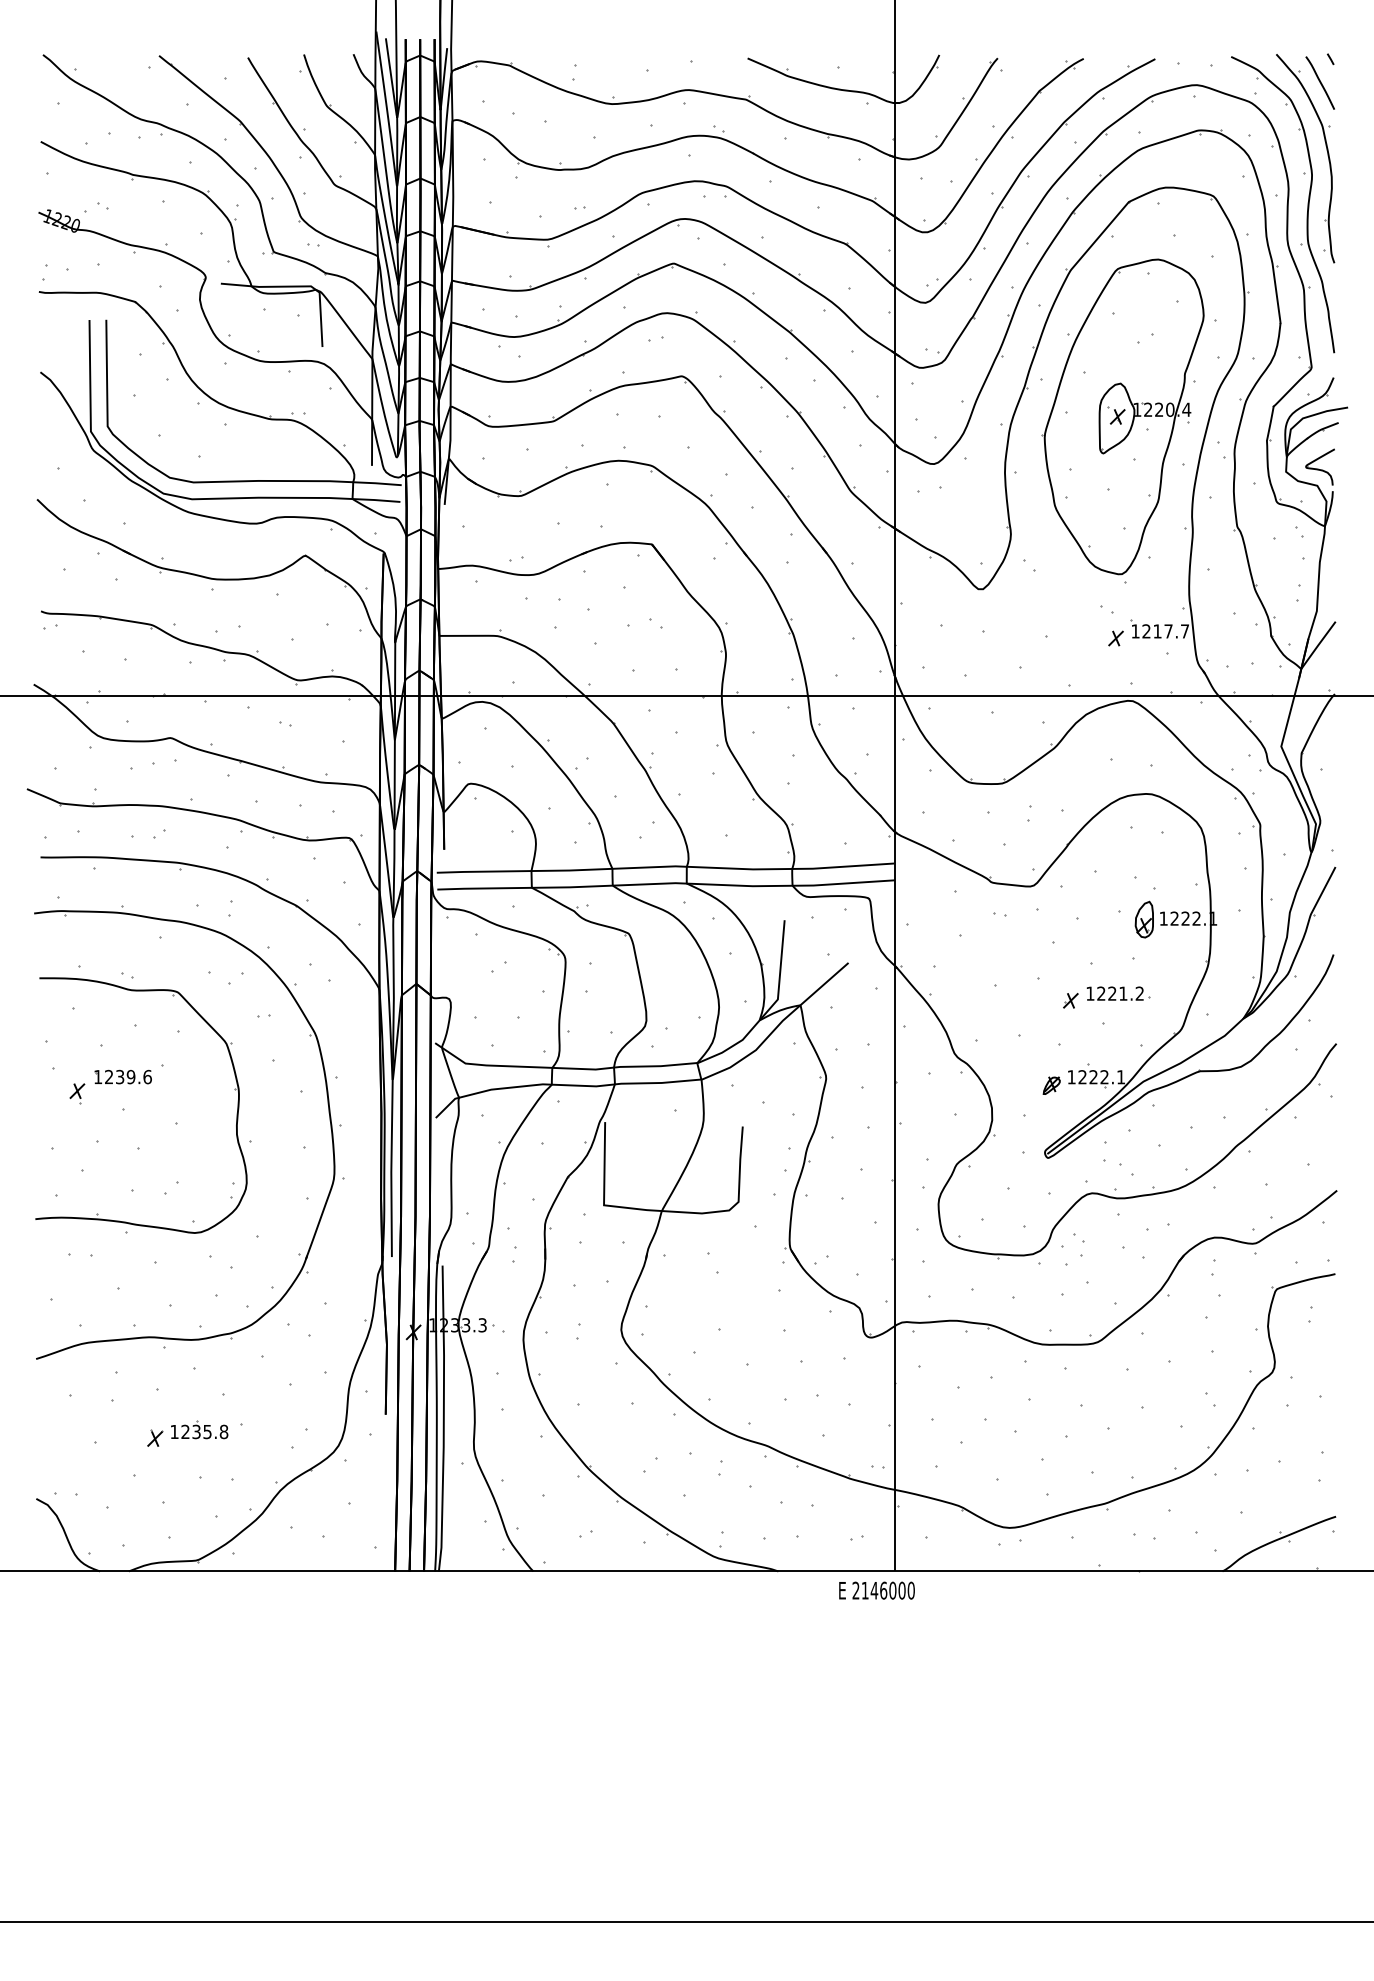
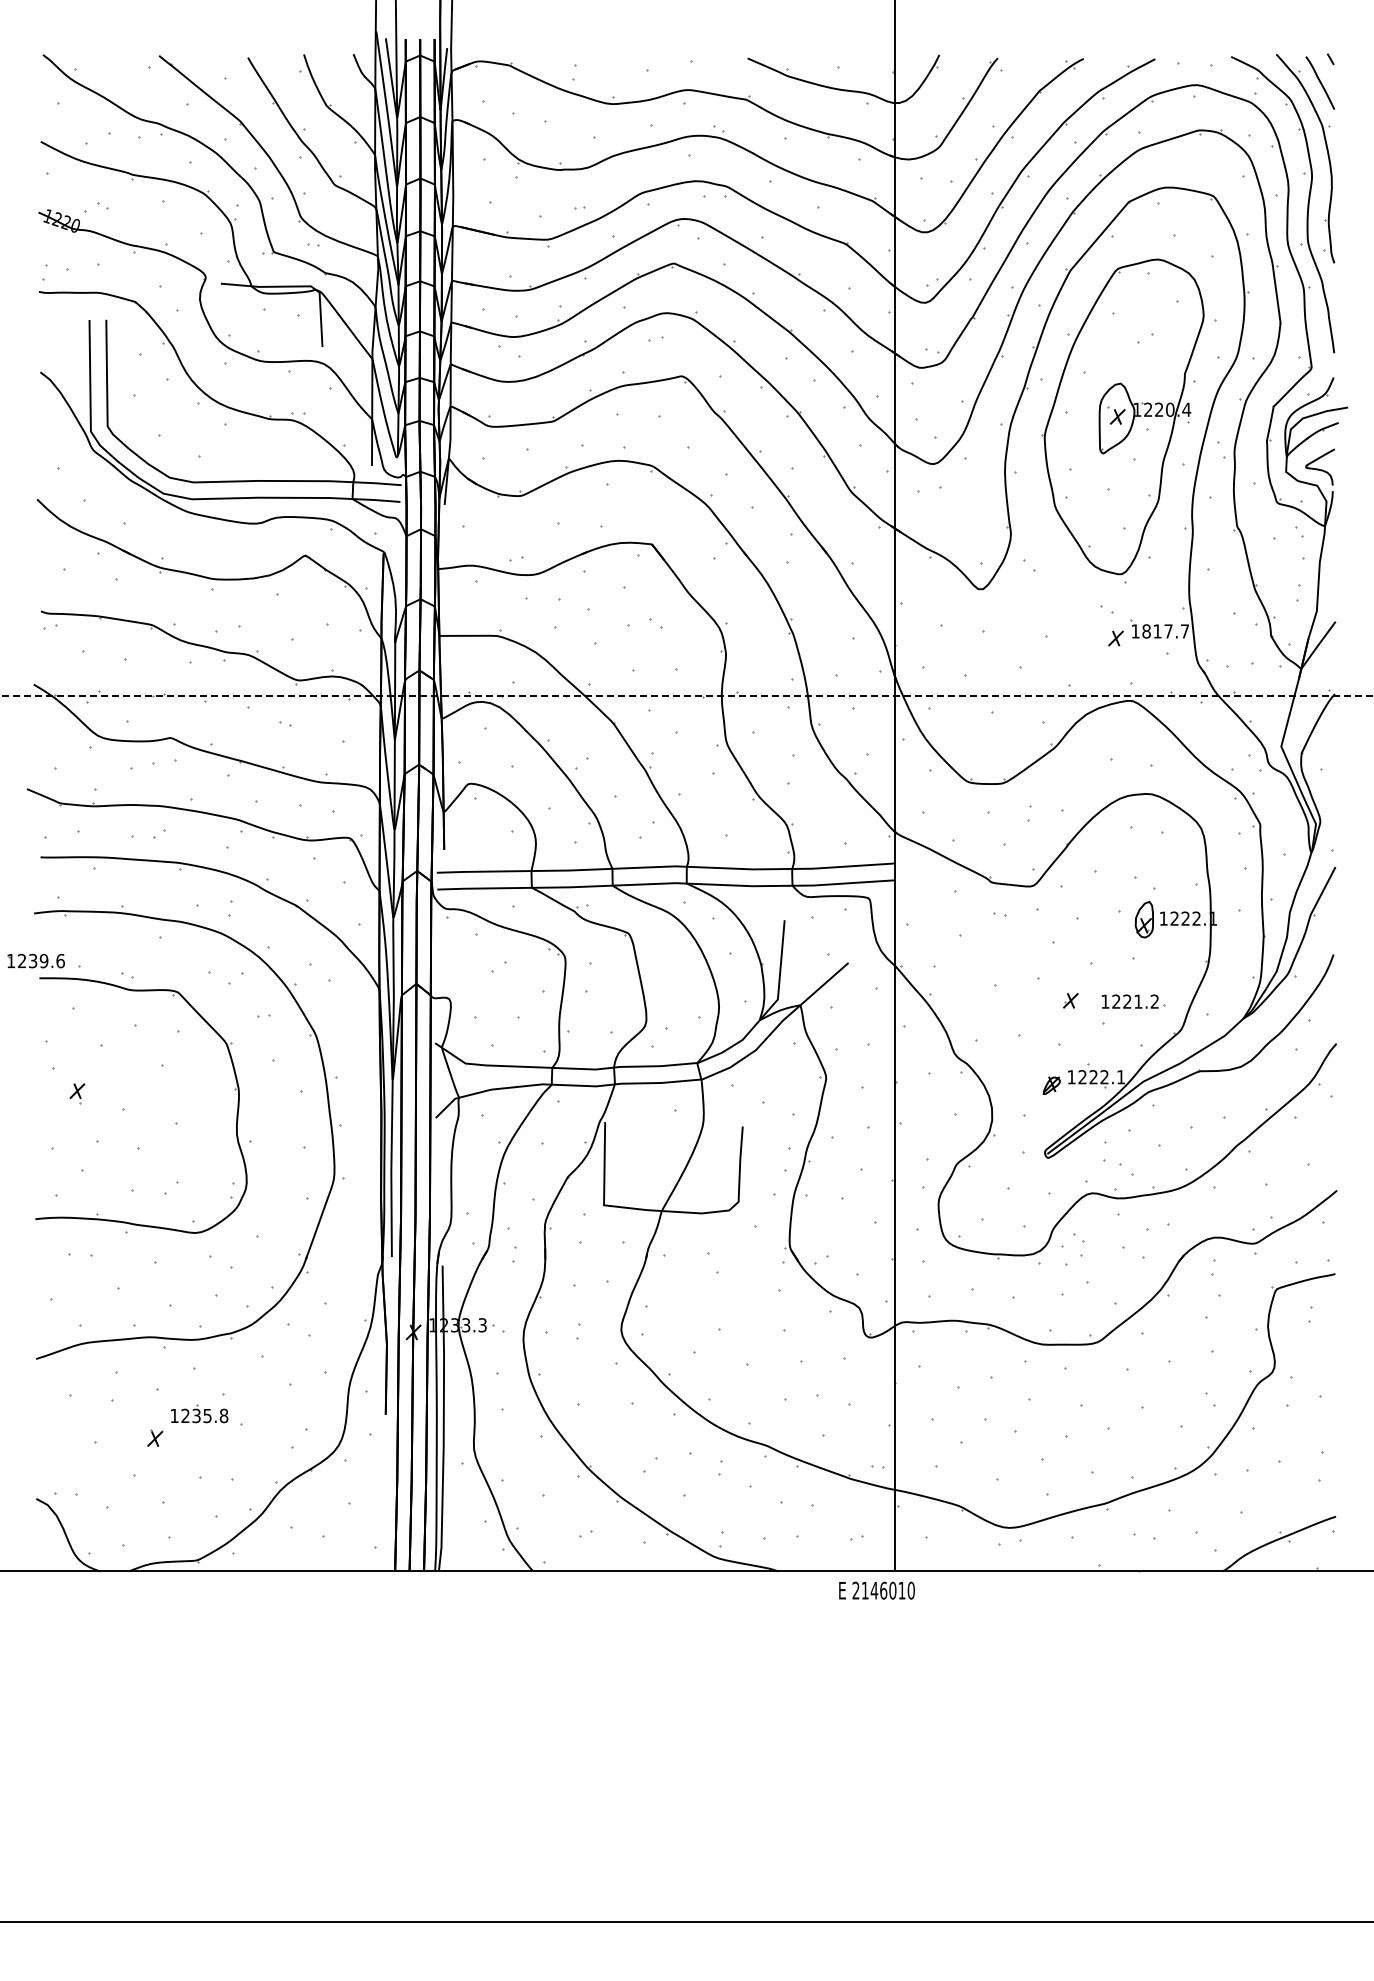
text at (1146, 631): 1217.7 -> 1817.7
line at (687, 696): solid -> dashed
part at (1118, 993) position: (1118, 993) -> (1133, 1001)
part at (122, 1076) position: (122, 1076) -> (35, 960)
part at (199, 1429) position: (199, 1429) -> (199, 1413)
text at (901, 1590): 2146000 -> 2146010
